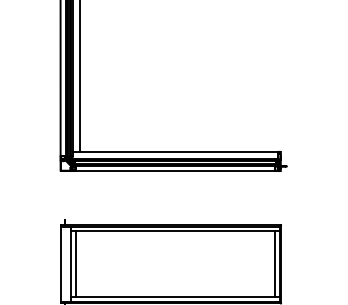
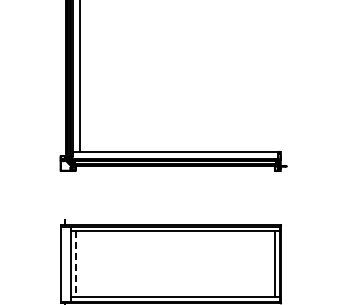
line at (60, 79): present -> none
line at (175, 171): present -> none
line at (75, 264): solid -> dashed
